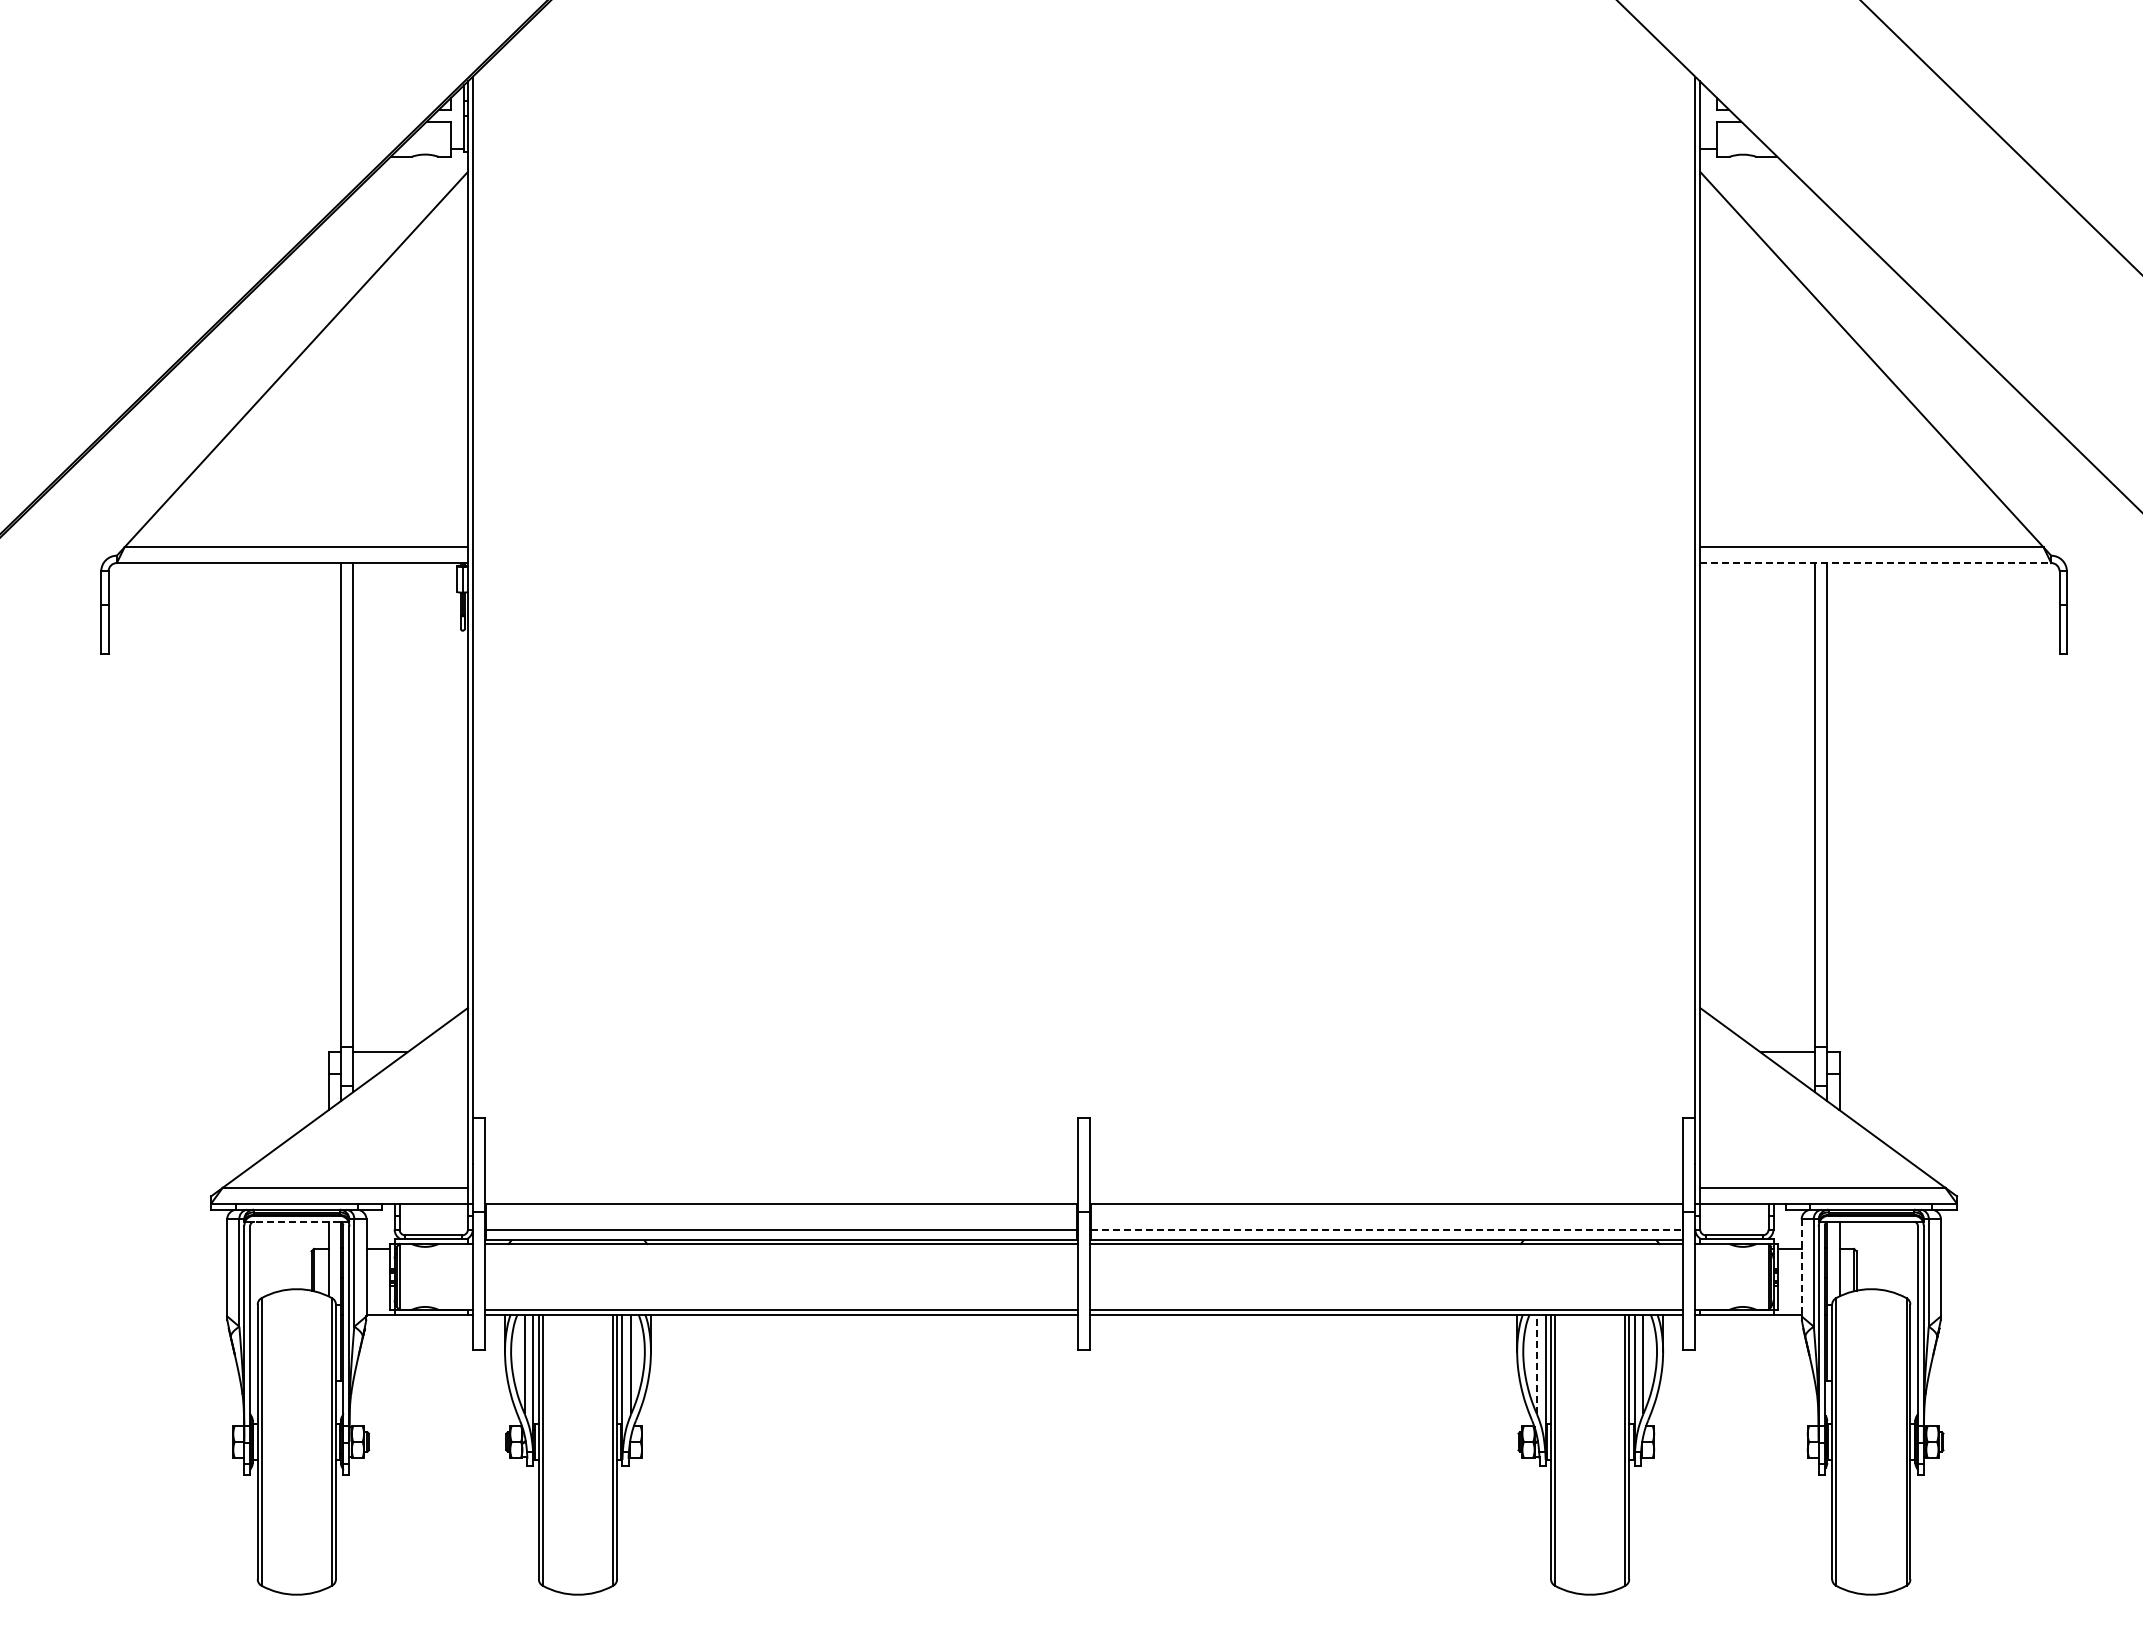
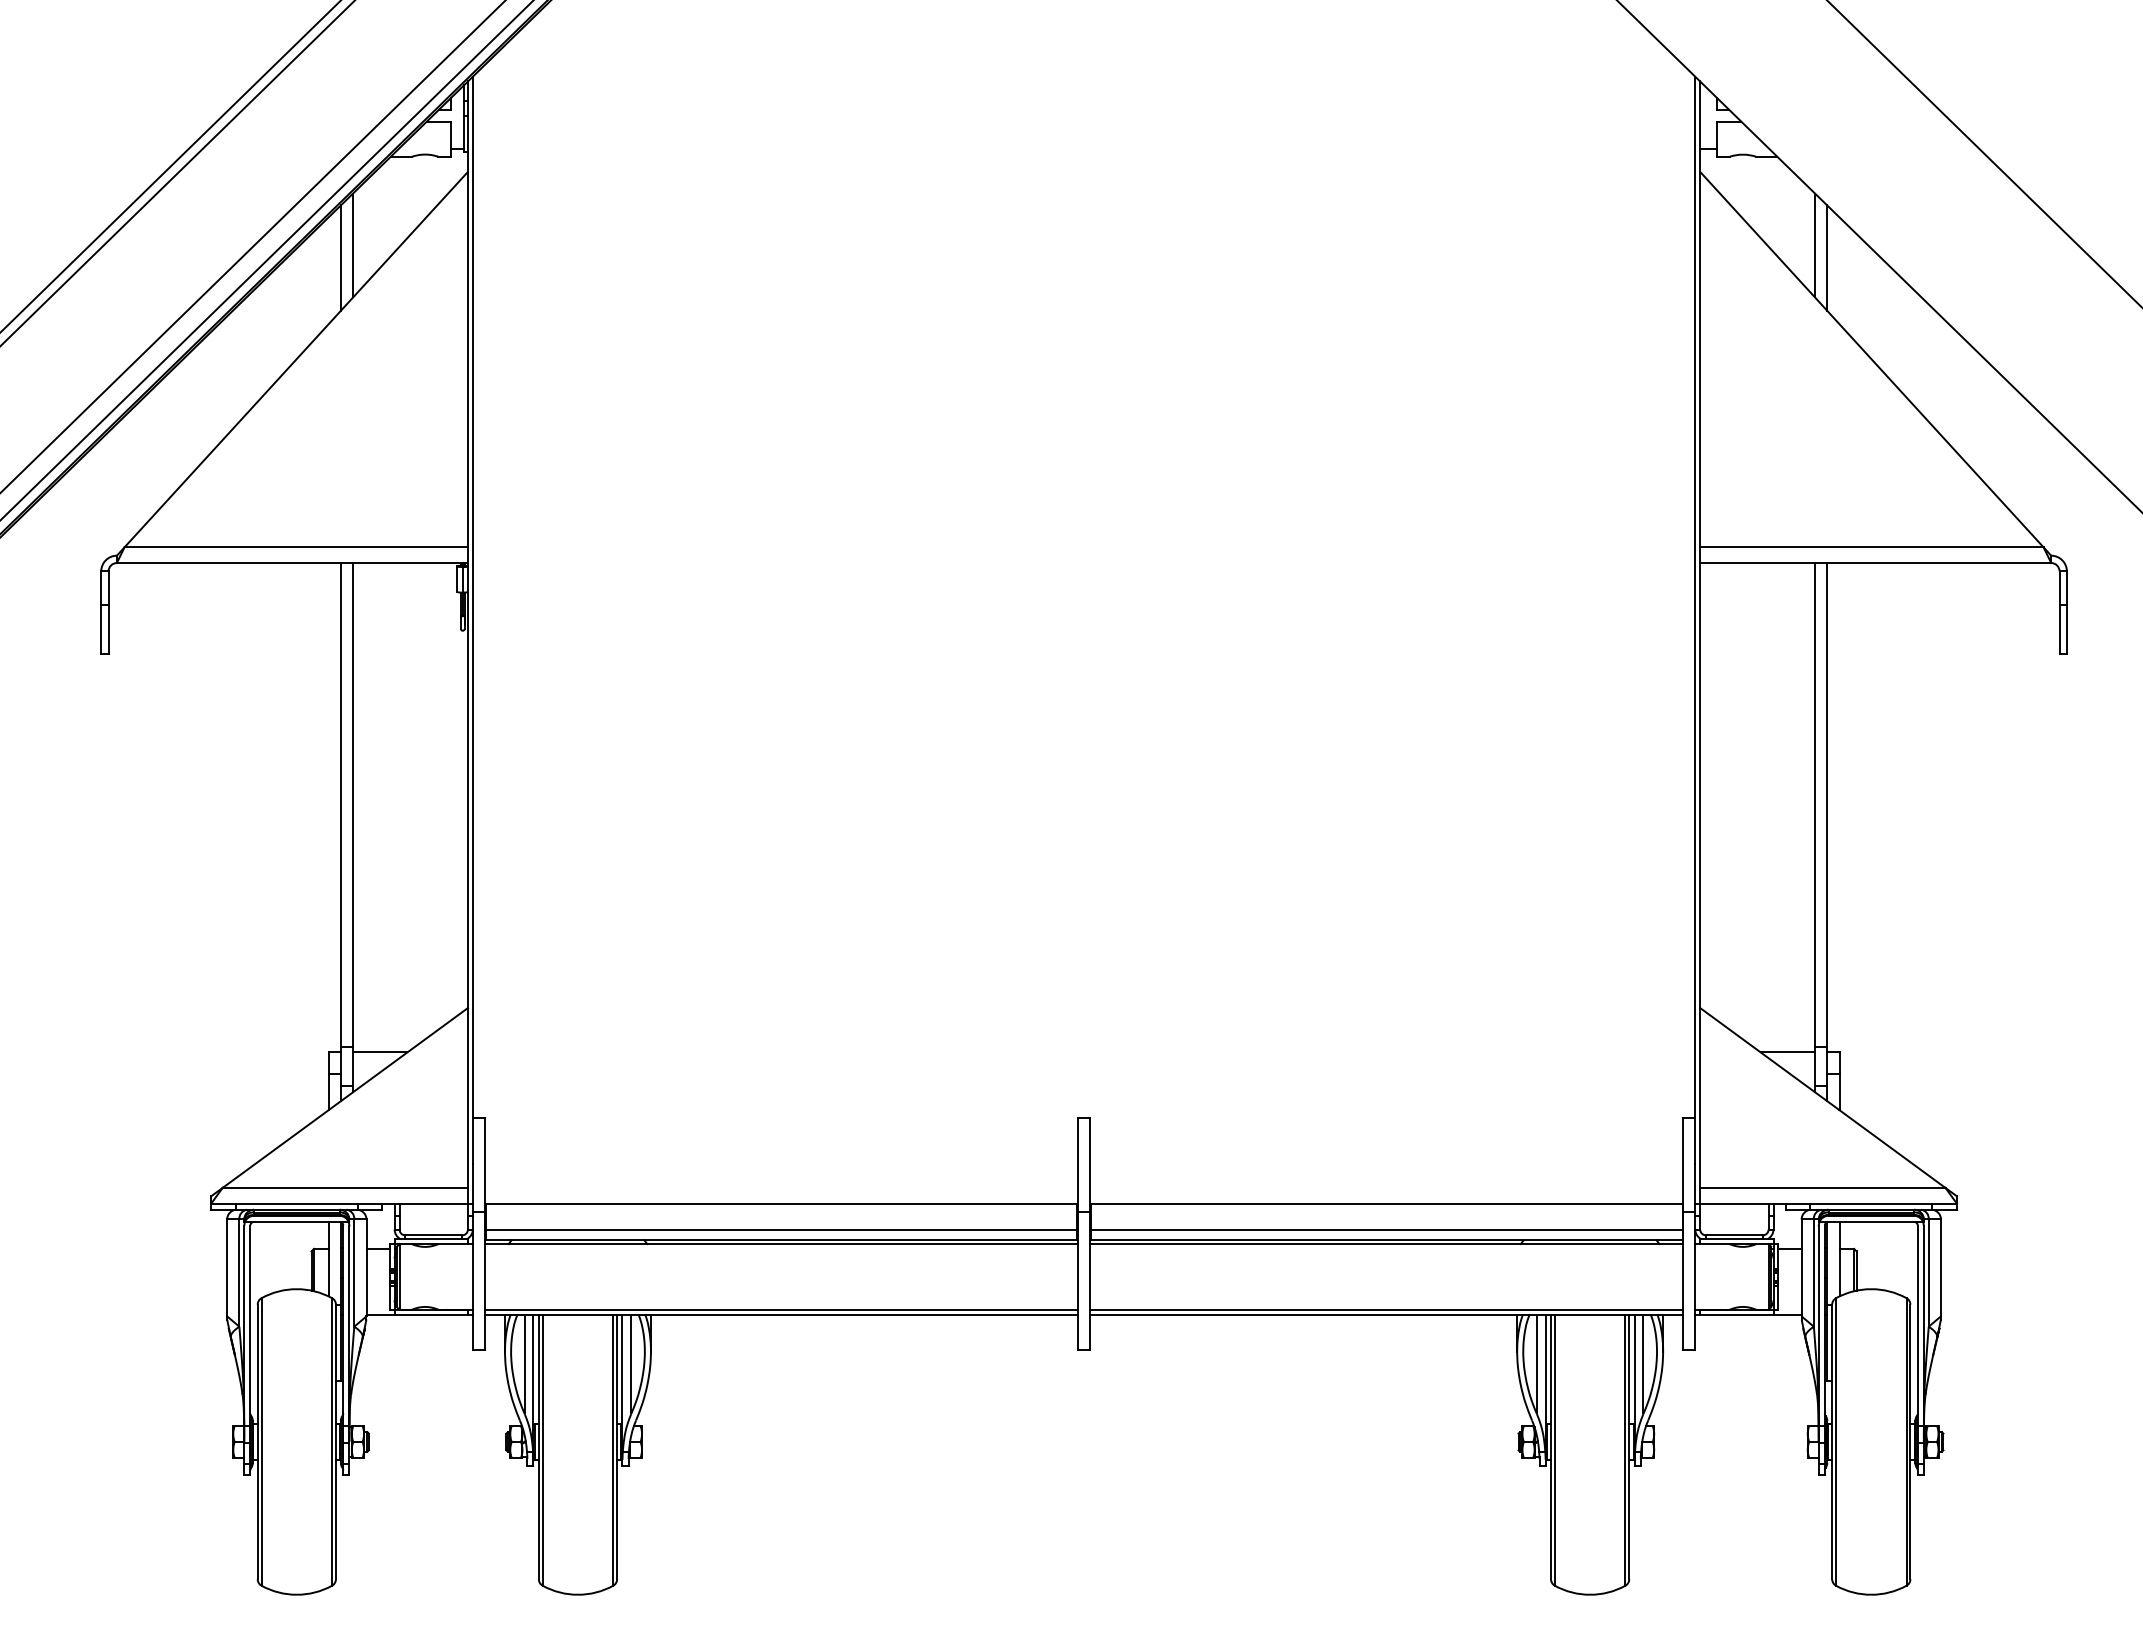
line at (2000, 137) position: (2000, 137) -> (1984, 153)
line at (170, 166): none -> present
line at (177, 173): none -> present
line at (353, 245): none -> present
line at (1815, 245): none -> present
line at (252, 246): none -> present
line at (340, 257): none -> present
line at (1827, 257): none -> present
line at (266, 260): none -> present
line at (1875, 563): dashed -> solid
line at (296, 1221): dashed -> solid
line at (1386, 1229): dashed -> solid
line at (1801, 1268): dashed -> solid
line at (1536, 1363): dashed -> solid
